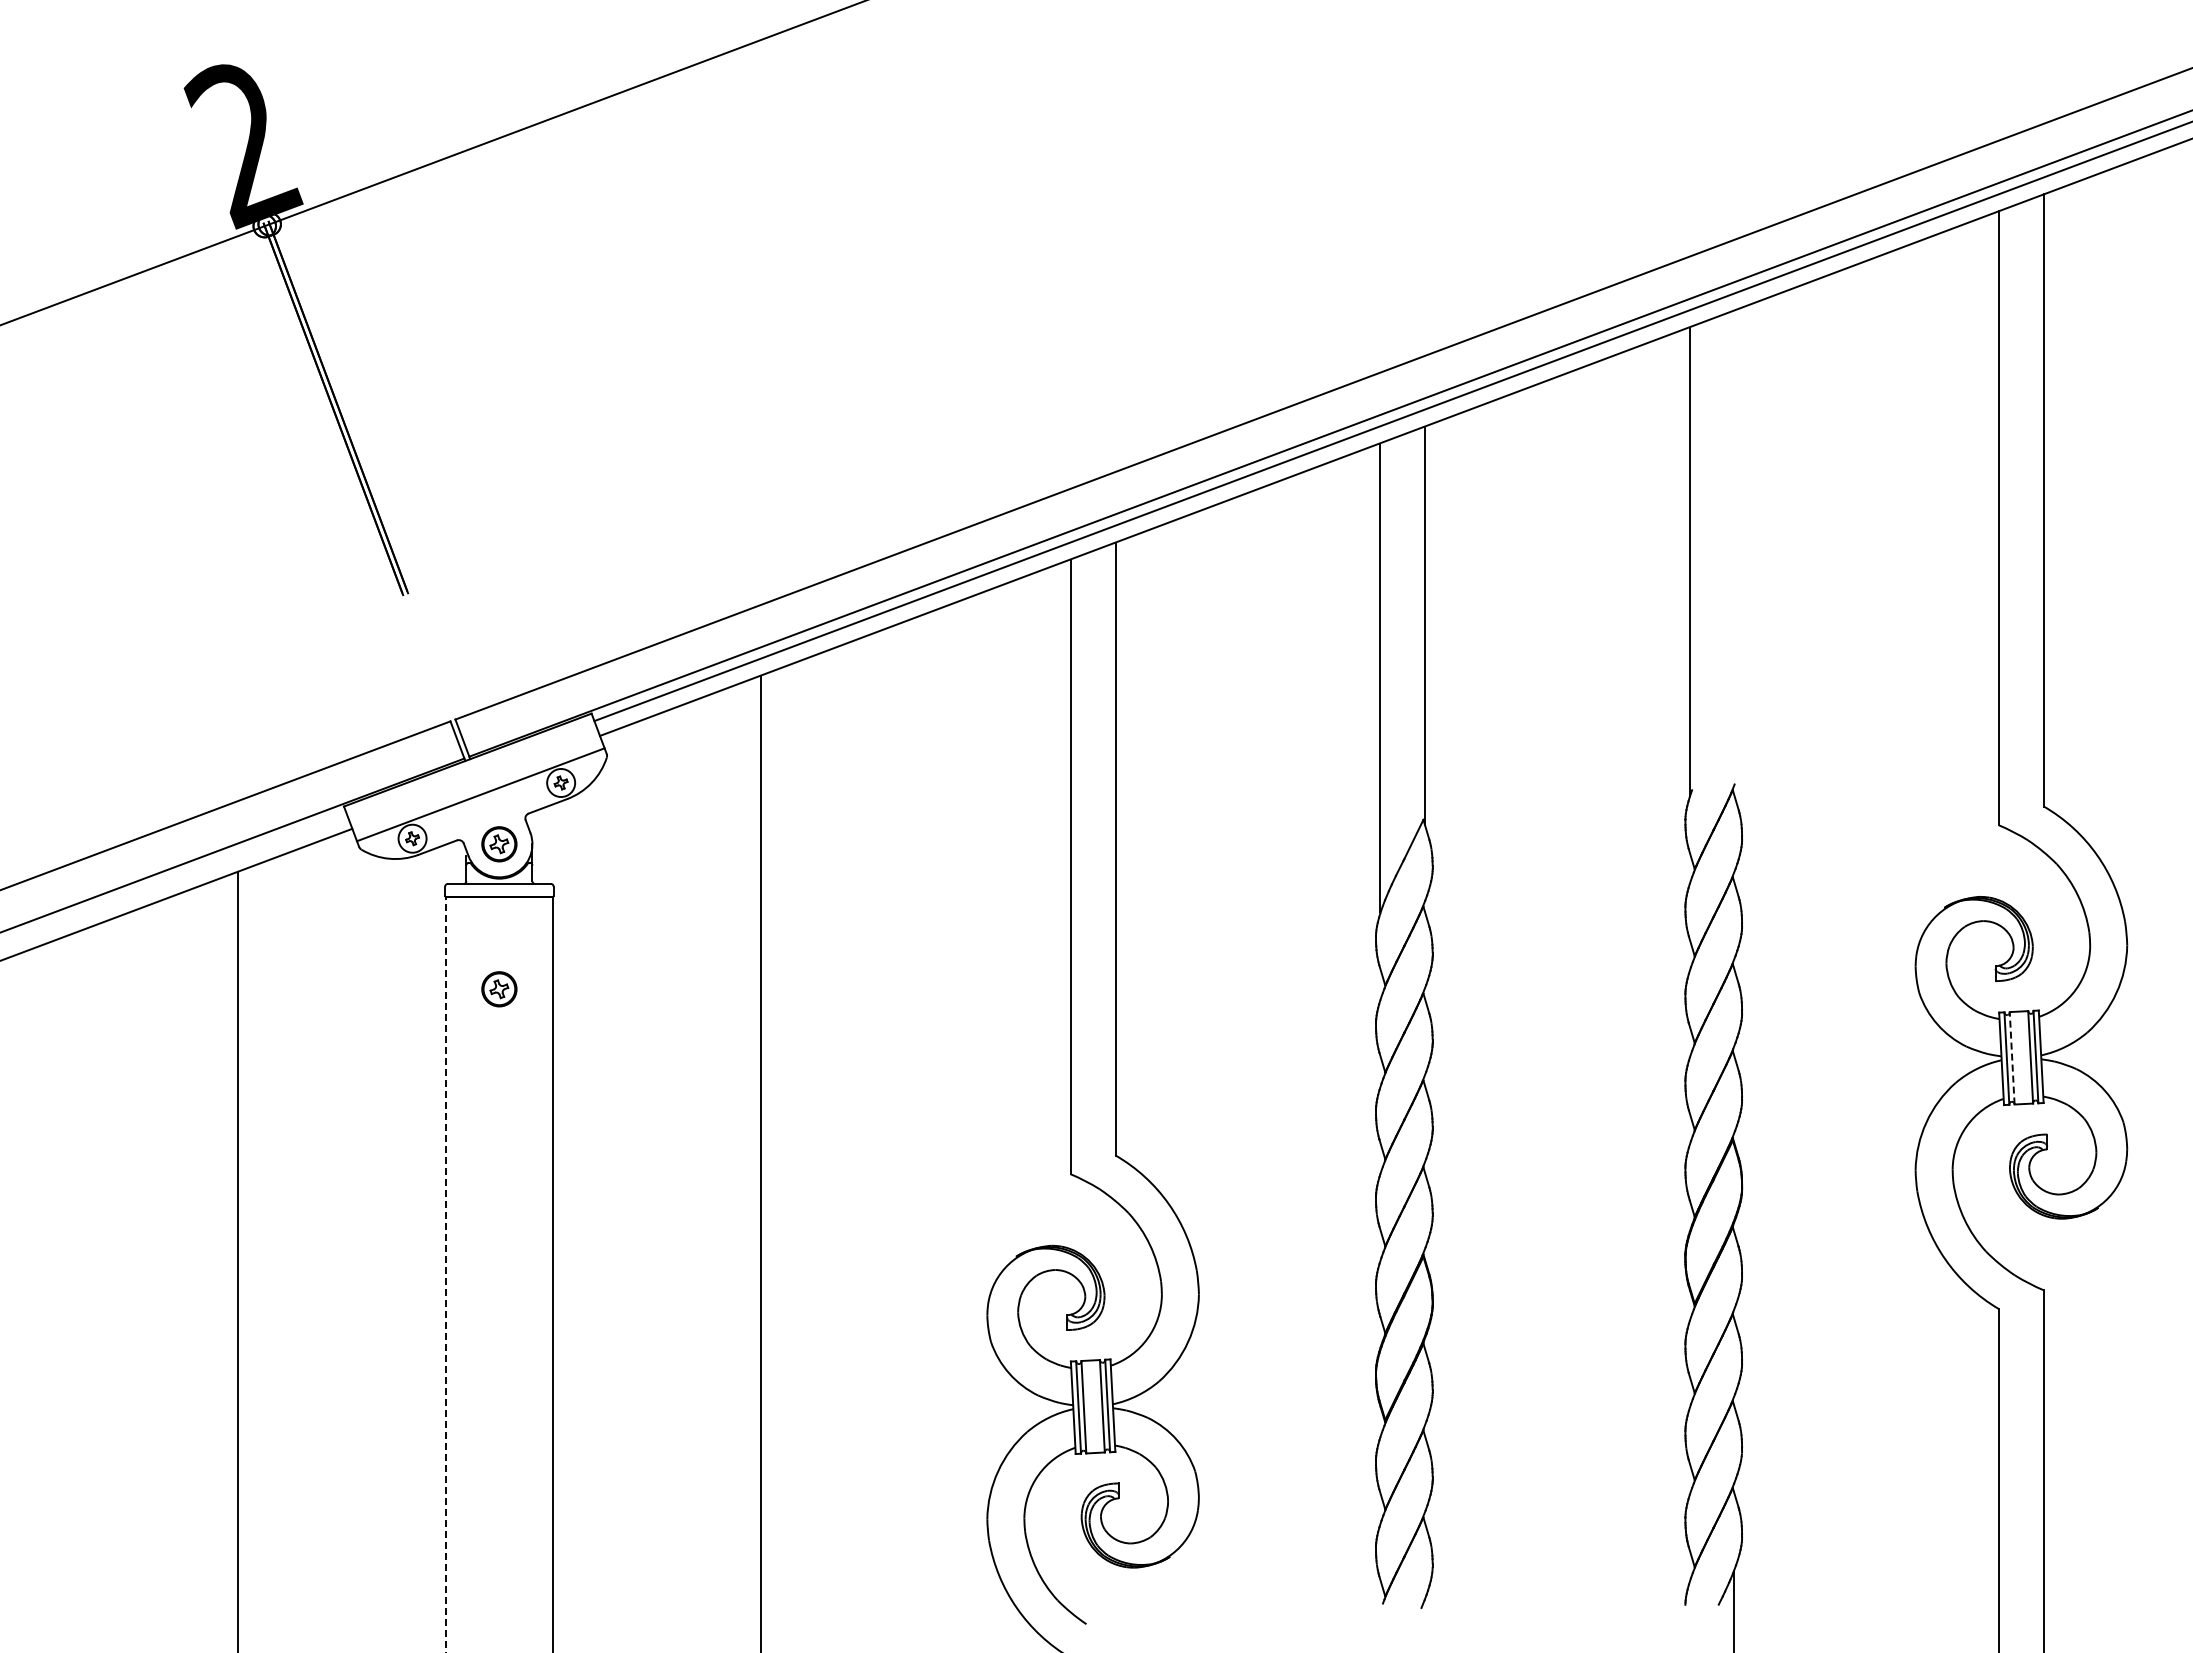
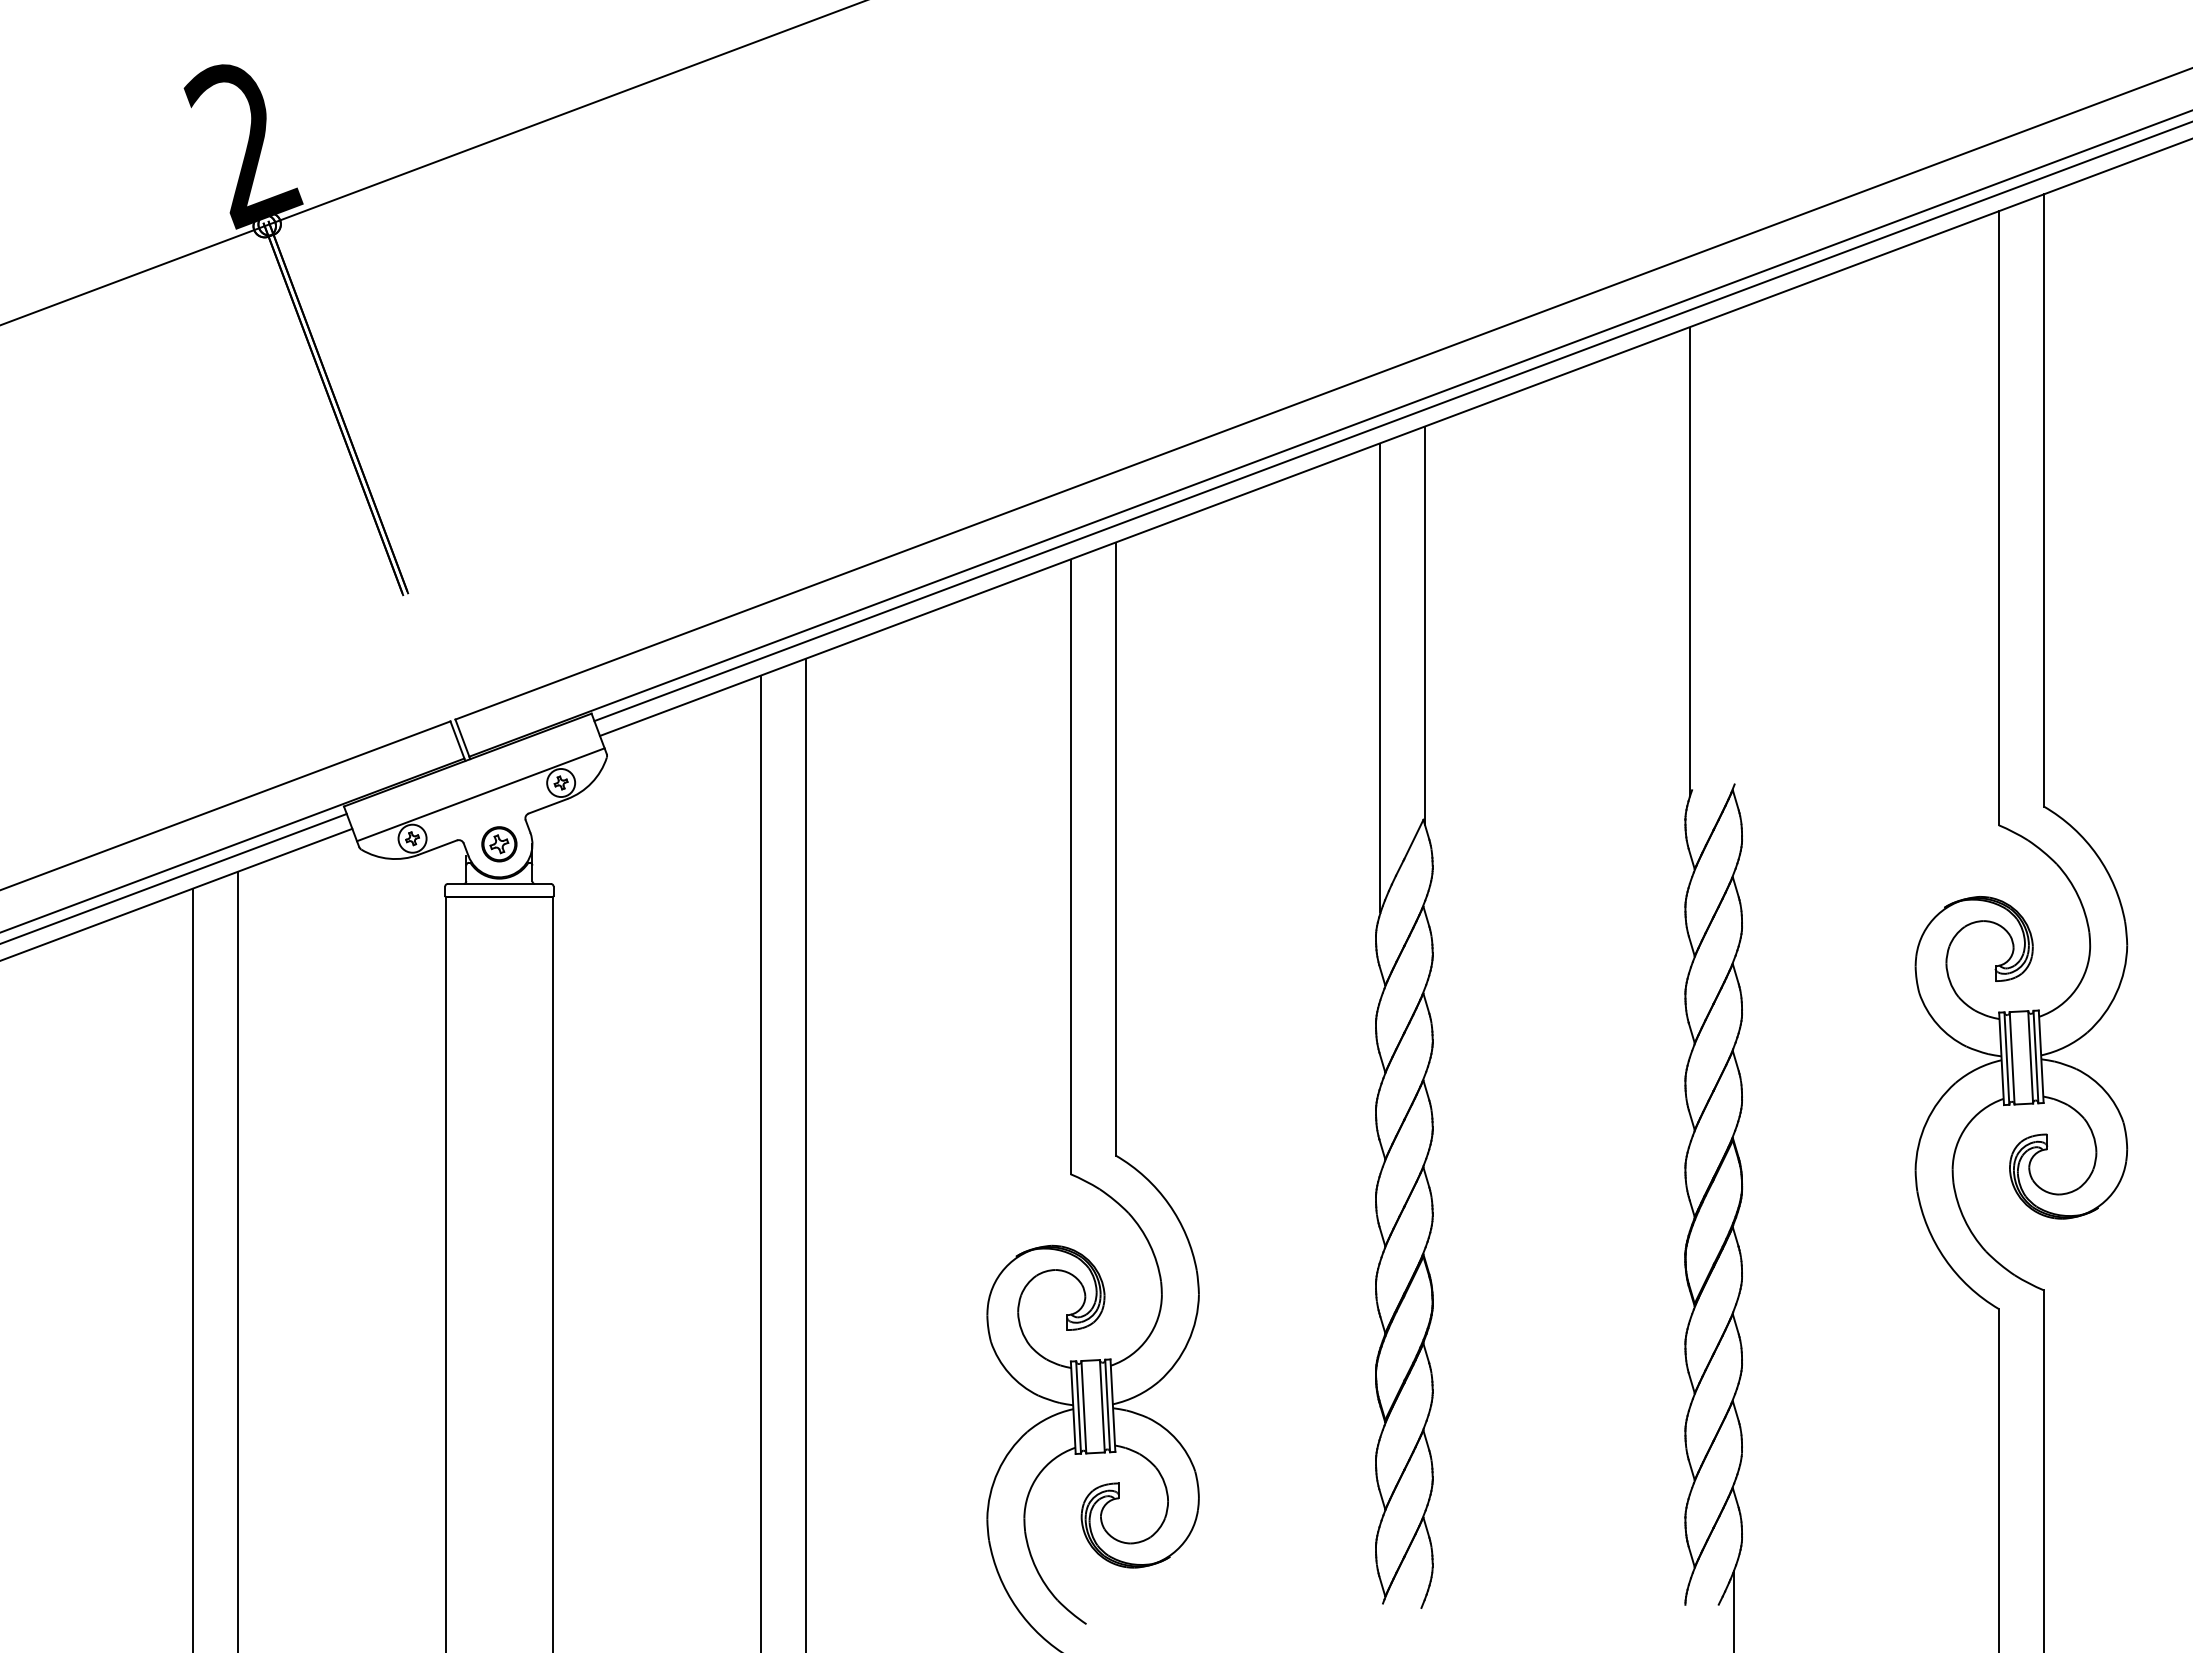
line at (174, 878): none -> present
part at (499, 989): present -> none
line at (2012, 1057): dashed -> solid
line at (806, 1154): none -> present
line at (192, 1268): none -> present
line at (445, 1274): dashed -> solid
